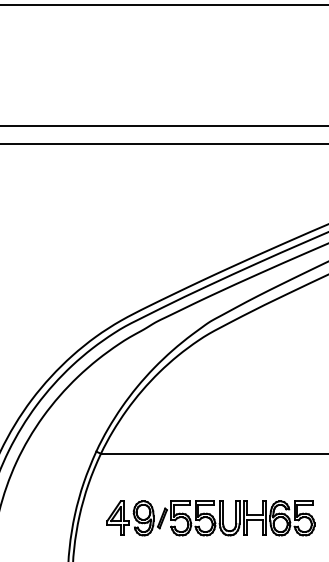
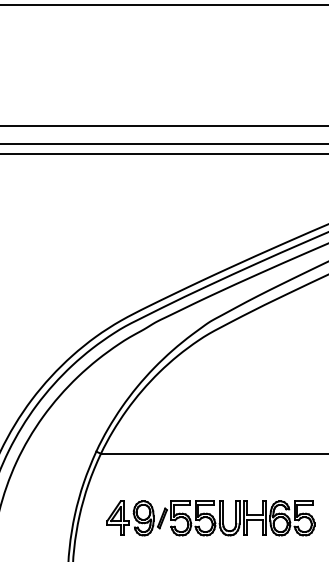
line at (163, 154): none -> present
